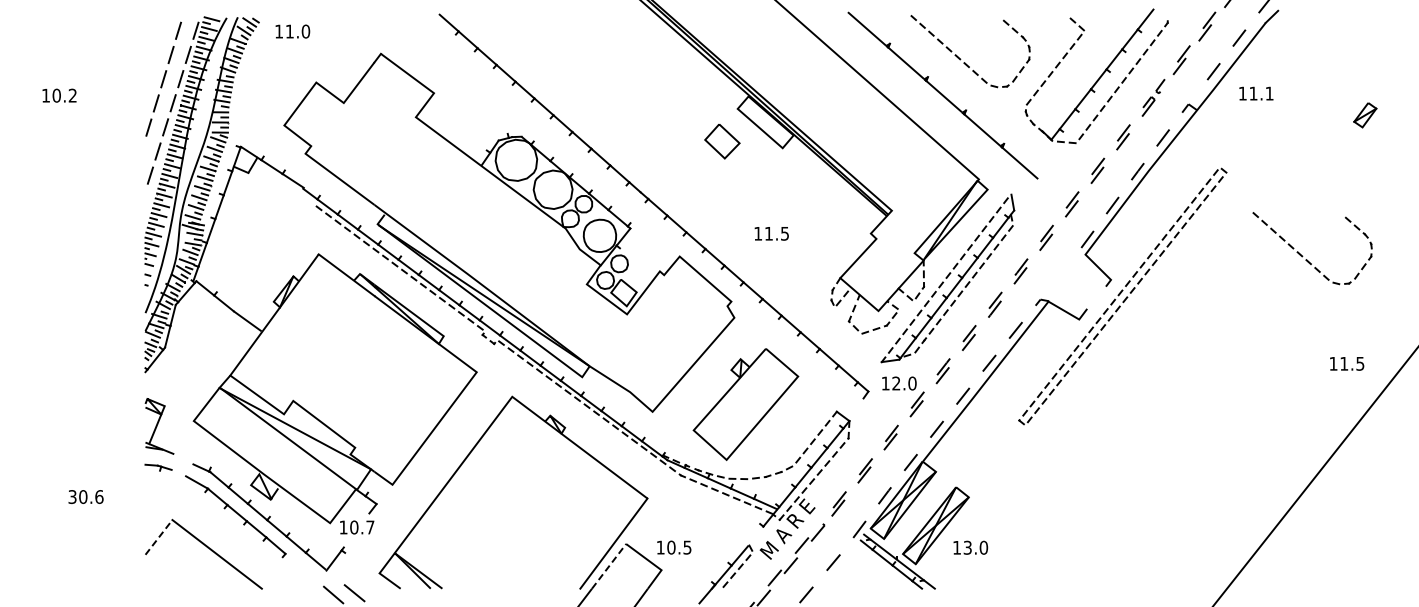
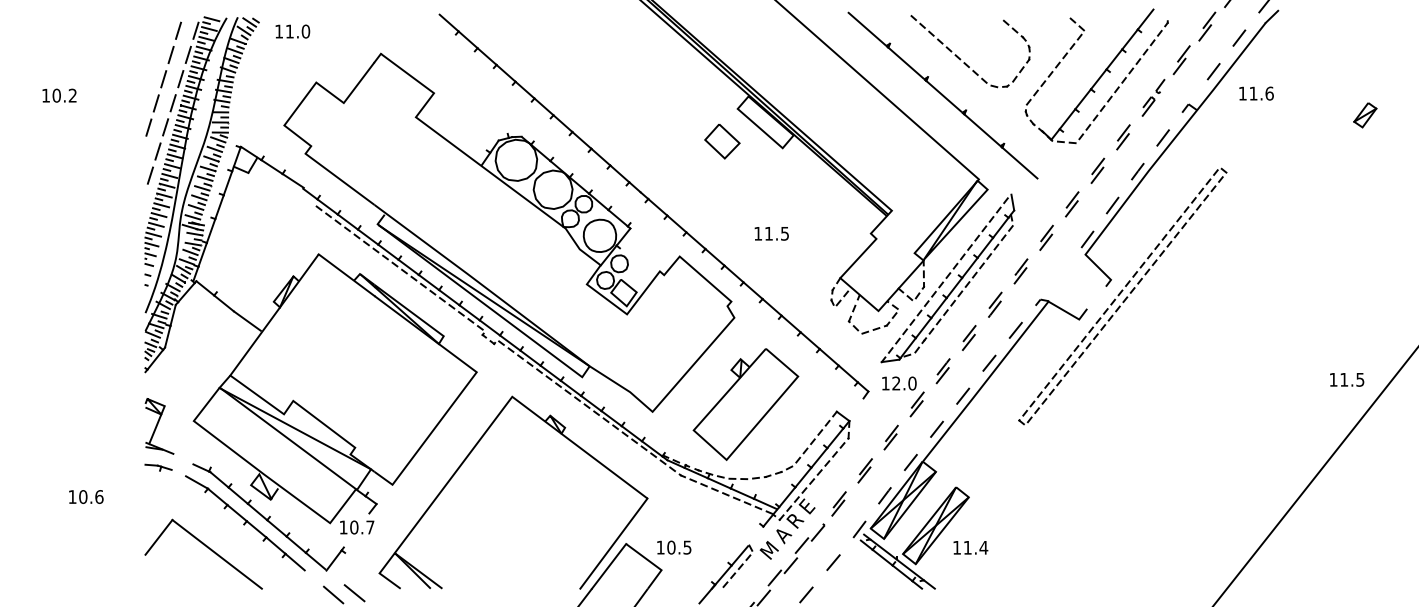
text at (1269, 93): 11.1 -> 11.6
part at (1303, 256): present -> none
text at (1347, 363) position: (1347, 363) -> (1347, 379)
text at (72, 497): 30.6 -> 10.6
line at (158, 537): dashed -> solid
text at (975, 547): 13.0 -> 11.4
line at (294, 561): none -> present
line at (609, 565): dashed -> solid
